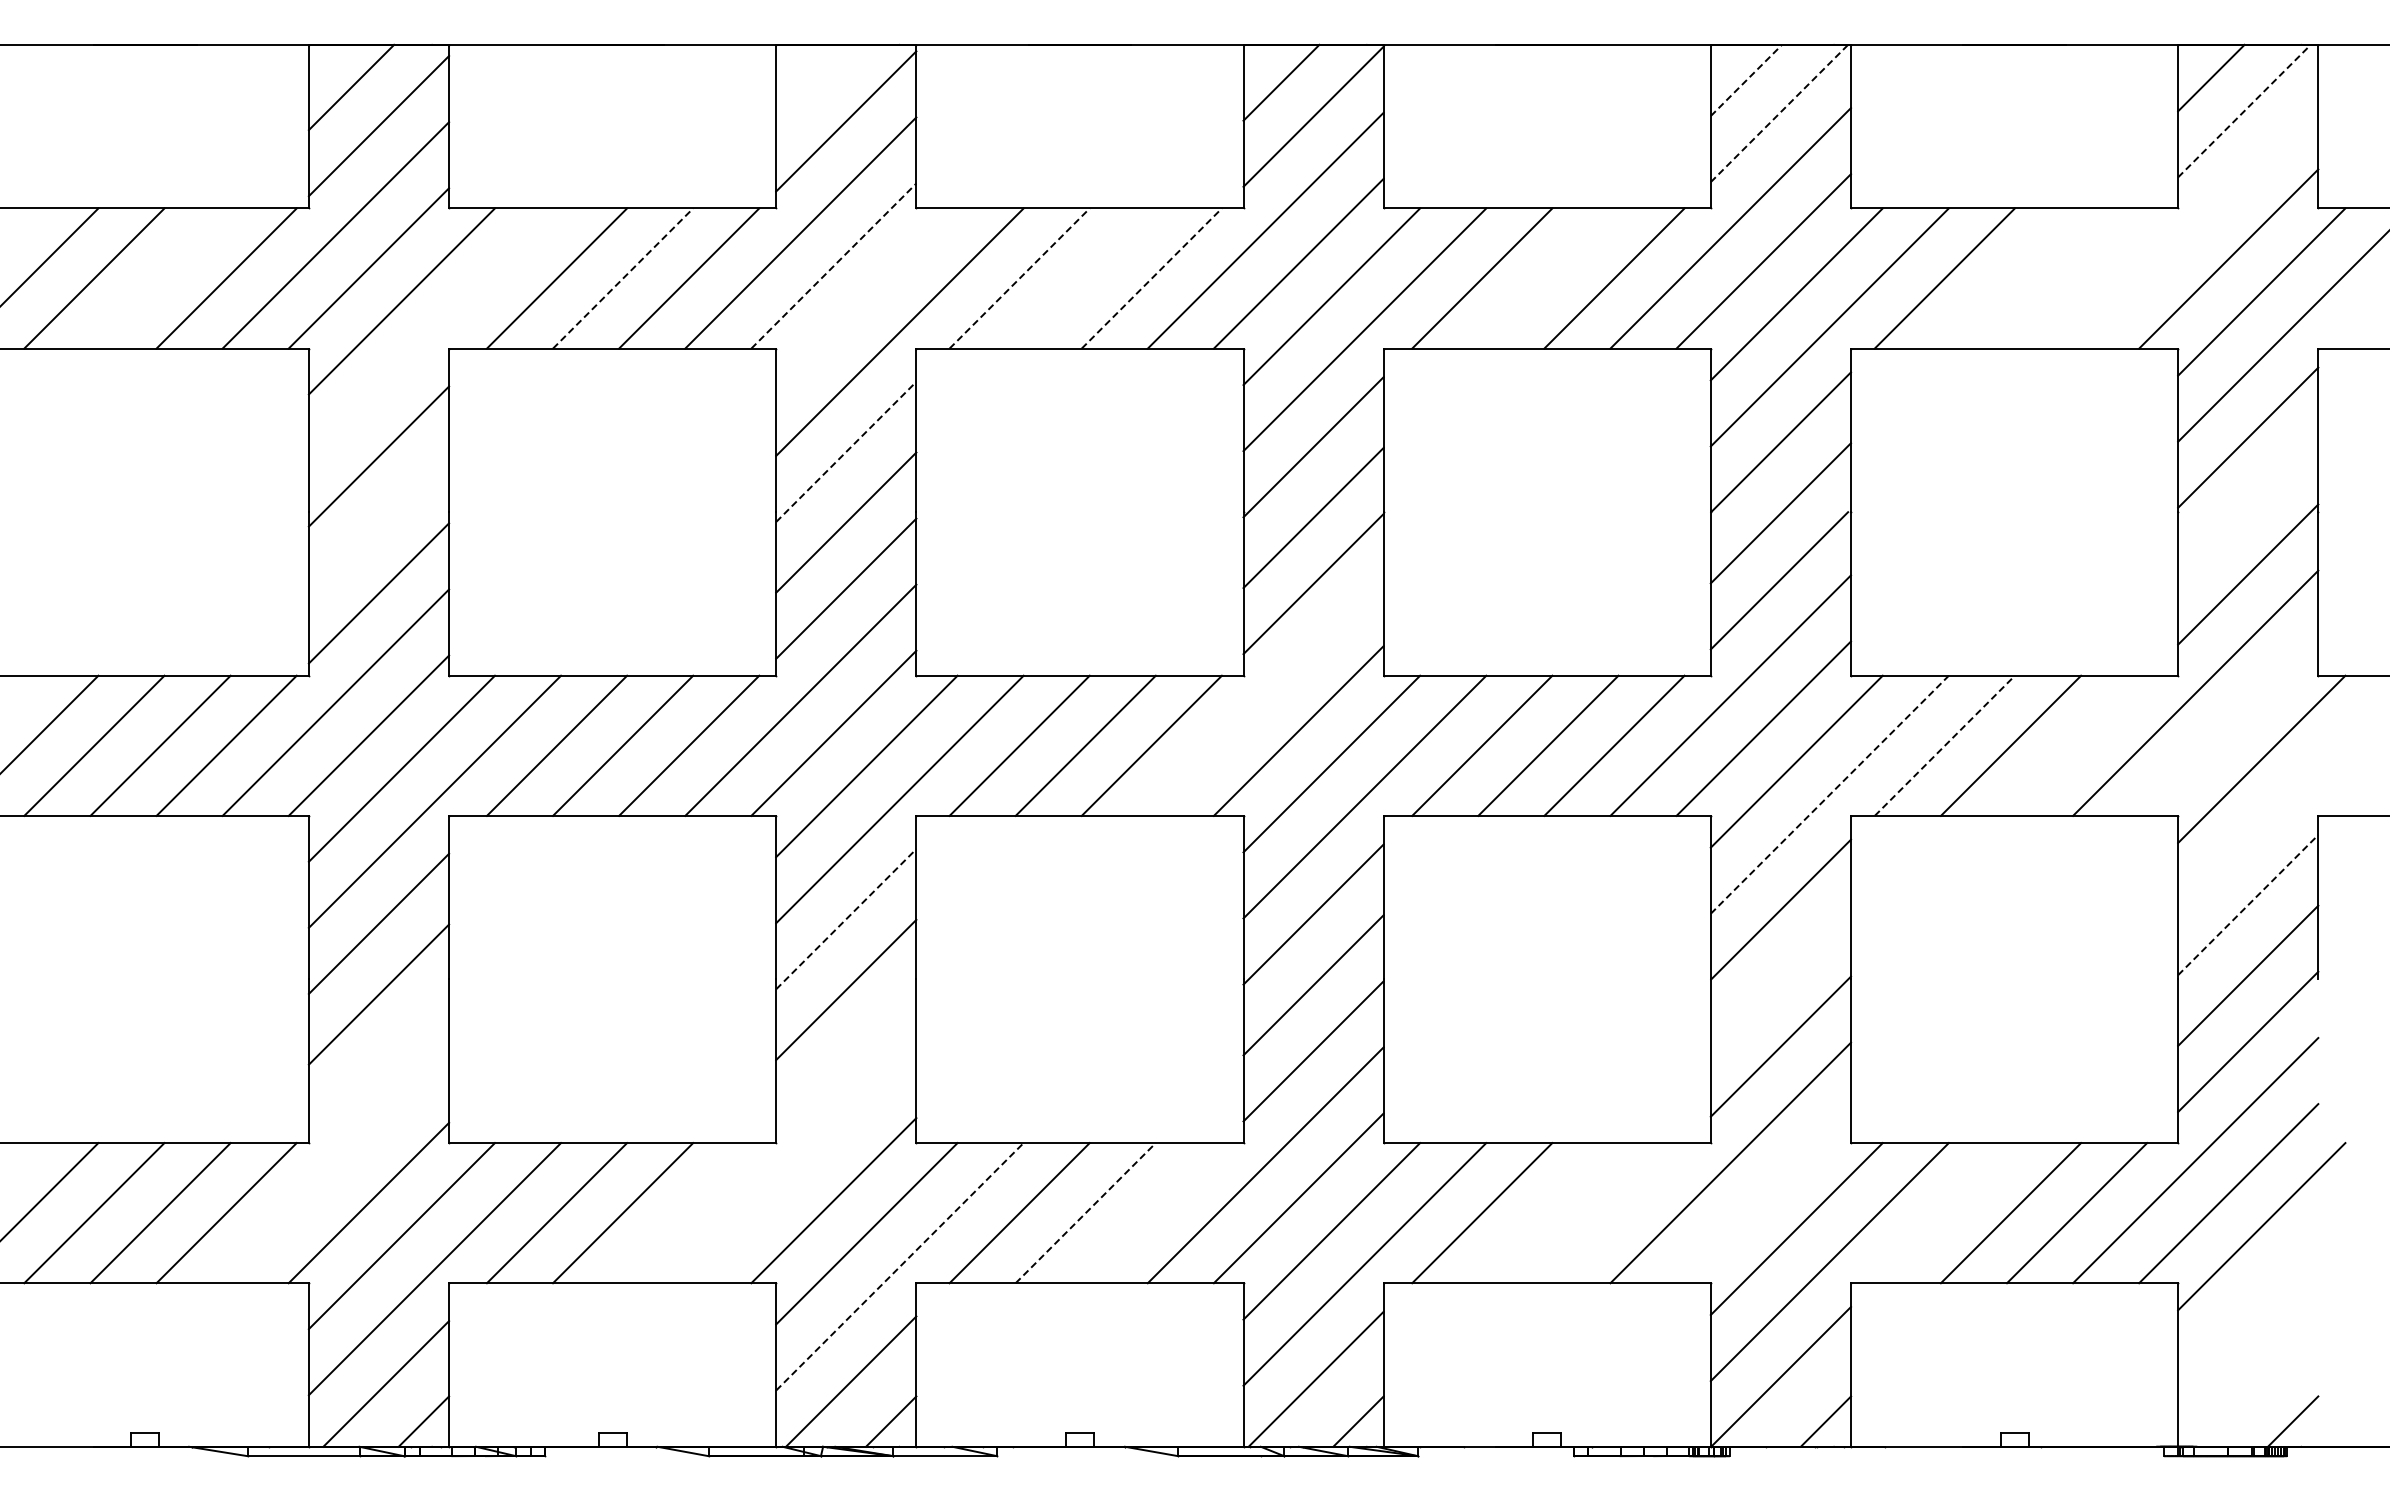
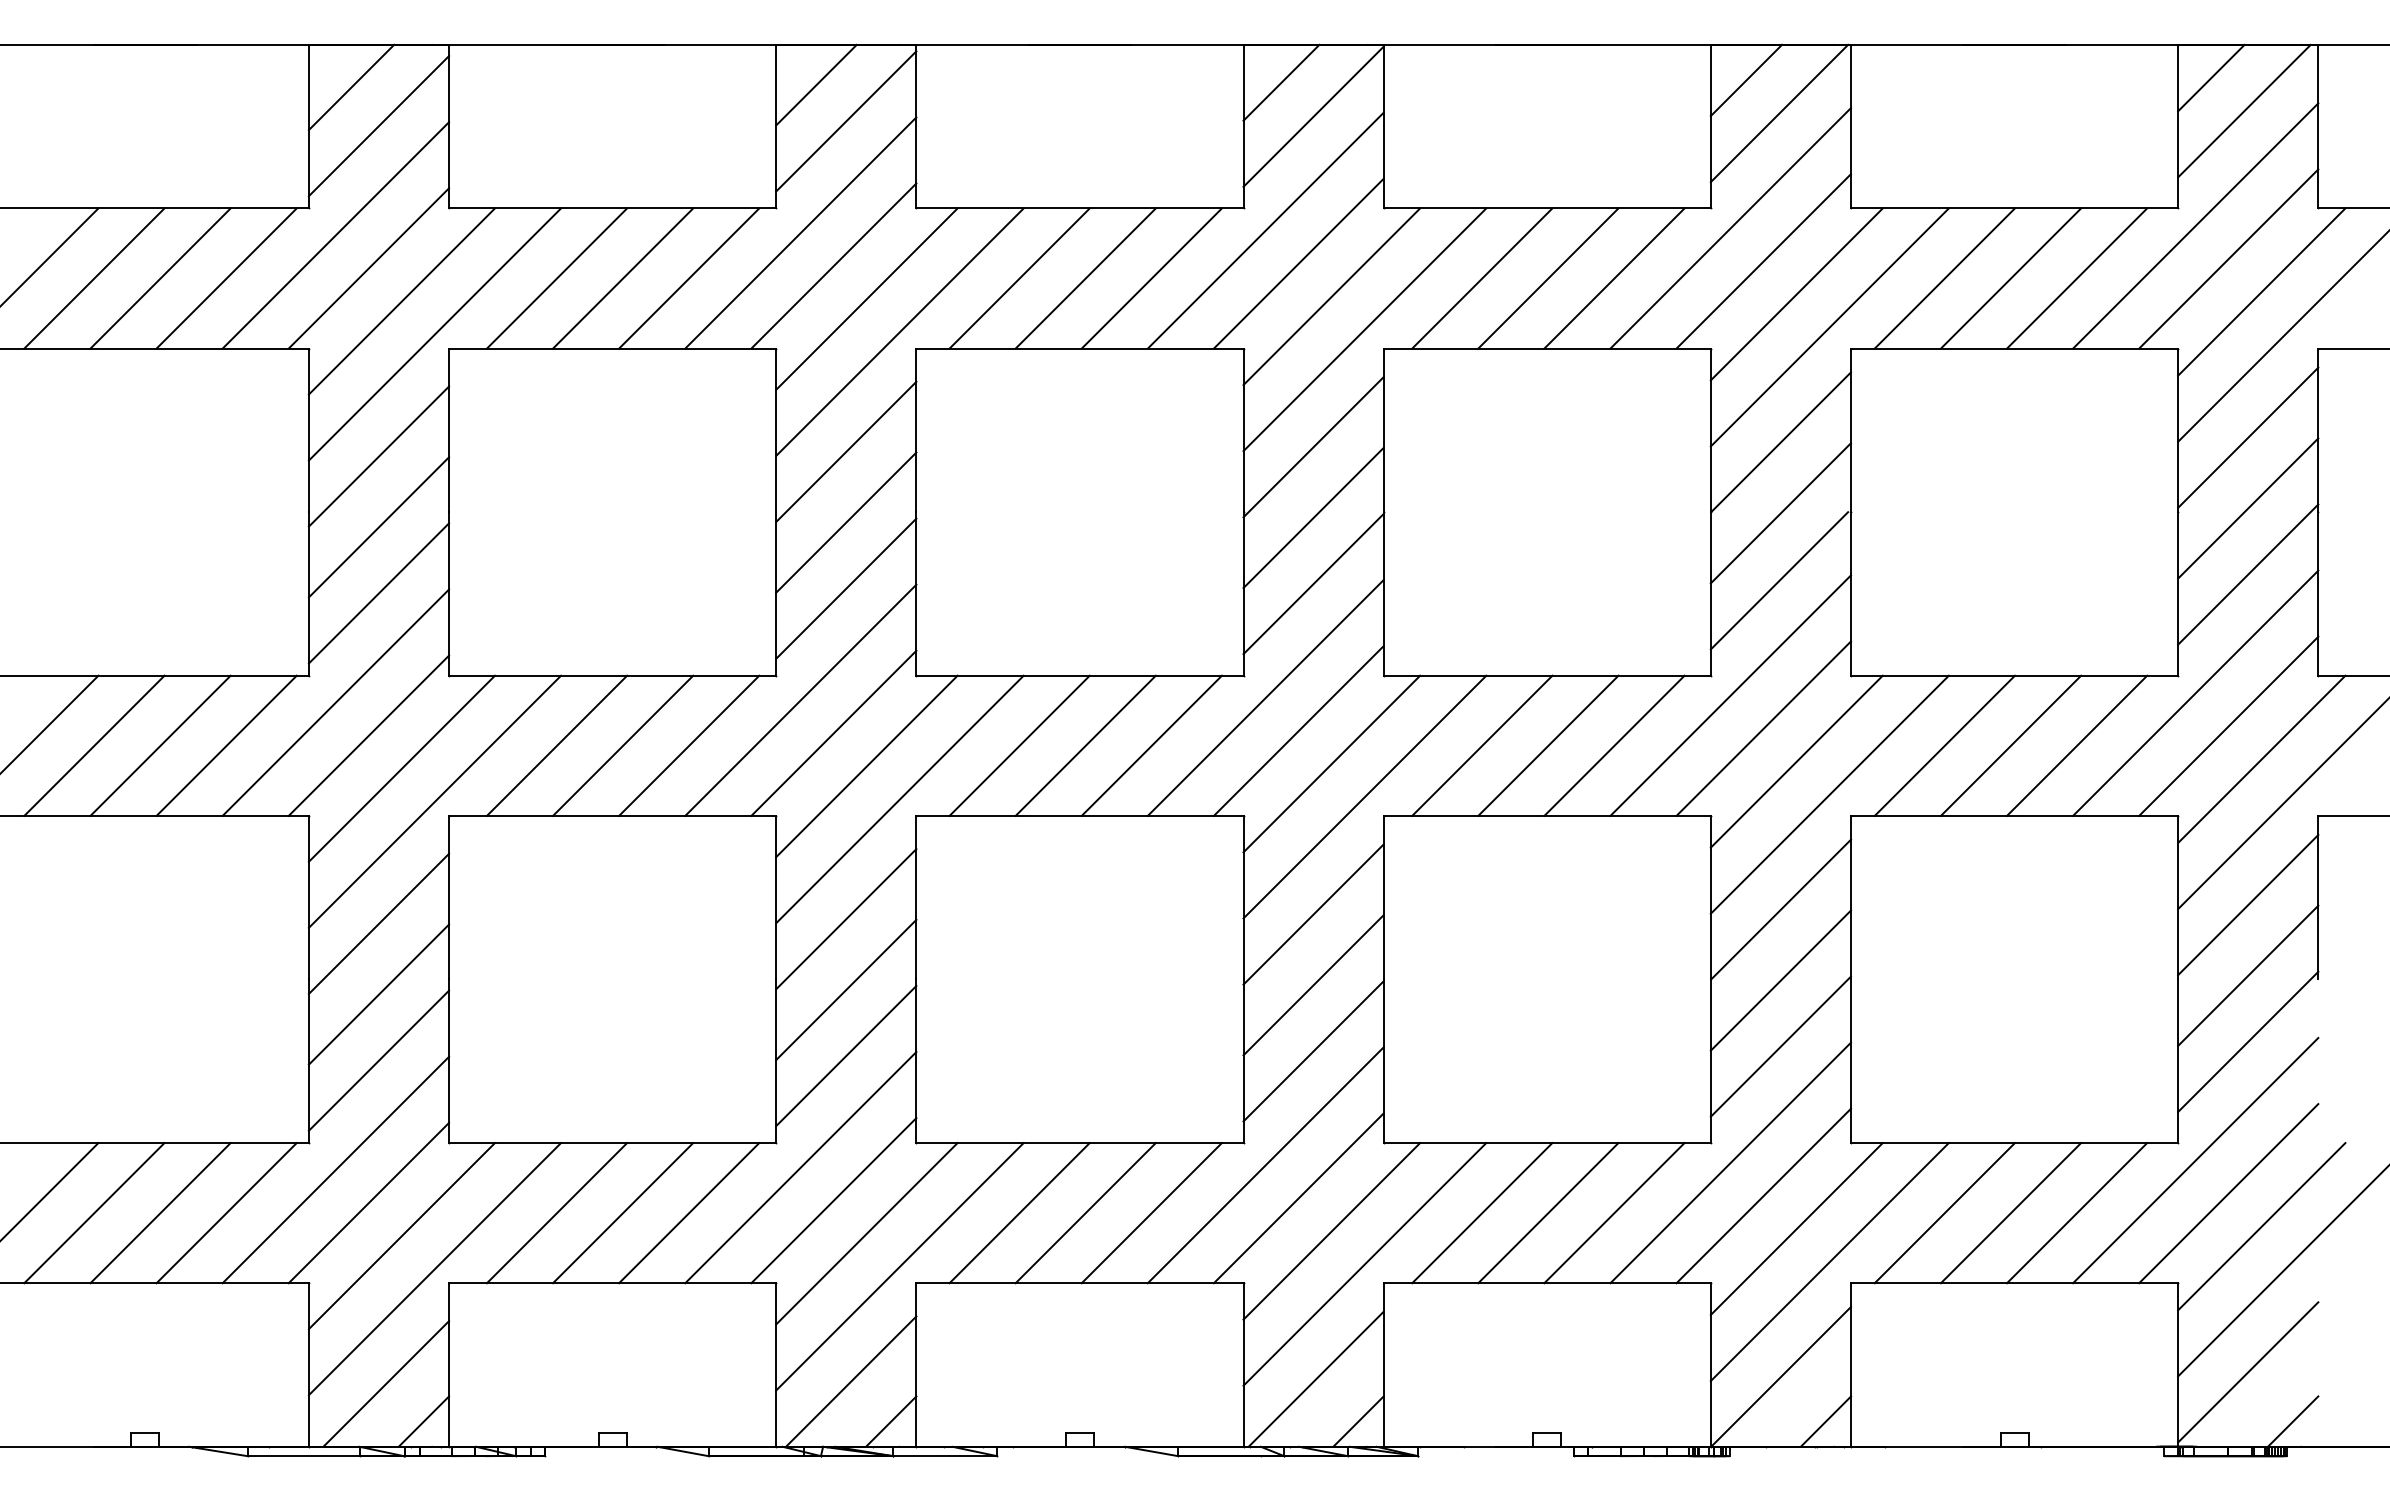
line at (1746, 80): dashed -> solid
line at (816, 84): none -> present
line at (2244, 111): dashed -> solid
line at (1779, 113): dashed -> solid
line at (2195, 225): none -> present
line at (833, 266): dashed -> solid
line at (160, 278): none -> present
line at (623, 278): dashed -> solid
line at (1020, 278): dashed -> solid
line at (1085, 278): none -> present
line at (1152, 278): dashed -> solid
line at (1548, 278): none -> present
line at (2010, 278): none -> present
line at (2076, 278): none -> present
line at (866, 298): none -> present
line at (434, 334): none -> present
line at (846, 451): dashed -> solid
line at (2248, 508): none -> present
line at (378, 527): none -> present
line at (1265, 697): none -> present
line at (2228, 725): none -> present
line at (1945, 745): dashed -> solid
line at (2076, 745): none -> present
line at (1830, 794): dashed -> solid
line at (2282, 804): none -> present
line at (2248, 904): dashed -> solid
line at (846, 918): dashed -> solid
line at (1780, 980): none -> present
line at (846, 1055): none -> present
line at (378, 1060): none -> present
line at (800, 1167): none -> present
line at (335, 1169): none -> present
line at (1763, 1195): none -> present
line at (1086, 1212): dashed -> solid
line at (689, 1213): none -> present
line at (1151, 1213): none -> present
line at (1548, 1213): none -> present
line at (1614, 1213): none -> present
line at (1944, 1213): none -> present
line at (899, 1266): dashed -> solid
line at (2282, 1271): none -> present
line at (2248, 1372): none -> present
